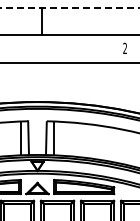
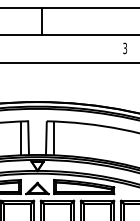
line at (70, 7): dashed -> solid
text at (125, 48): 2 -> 3
